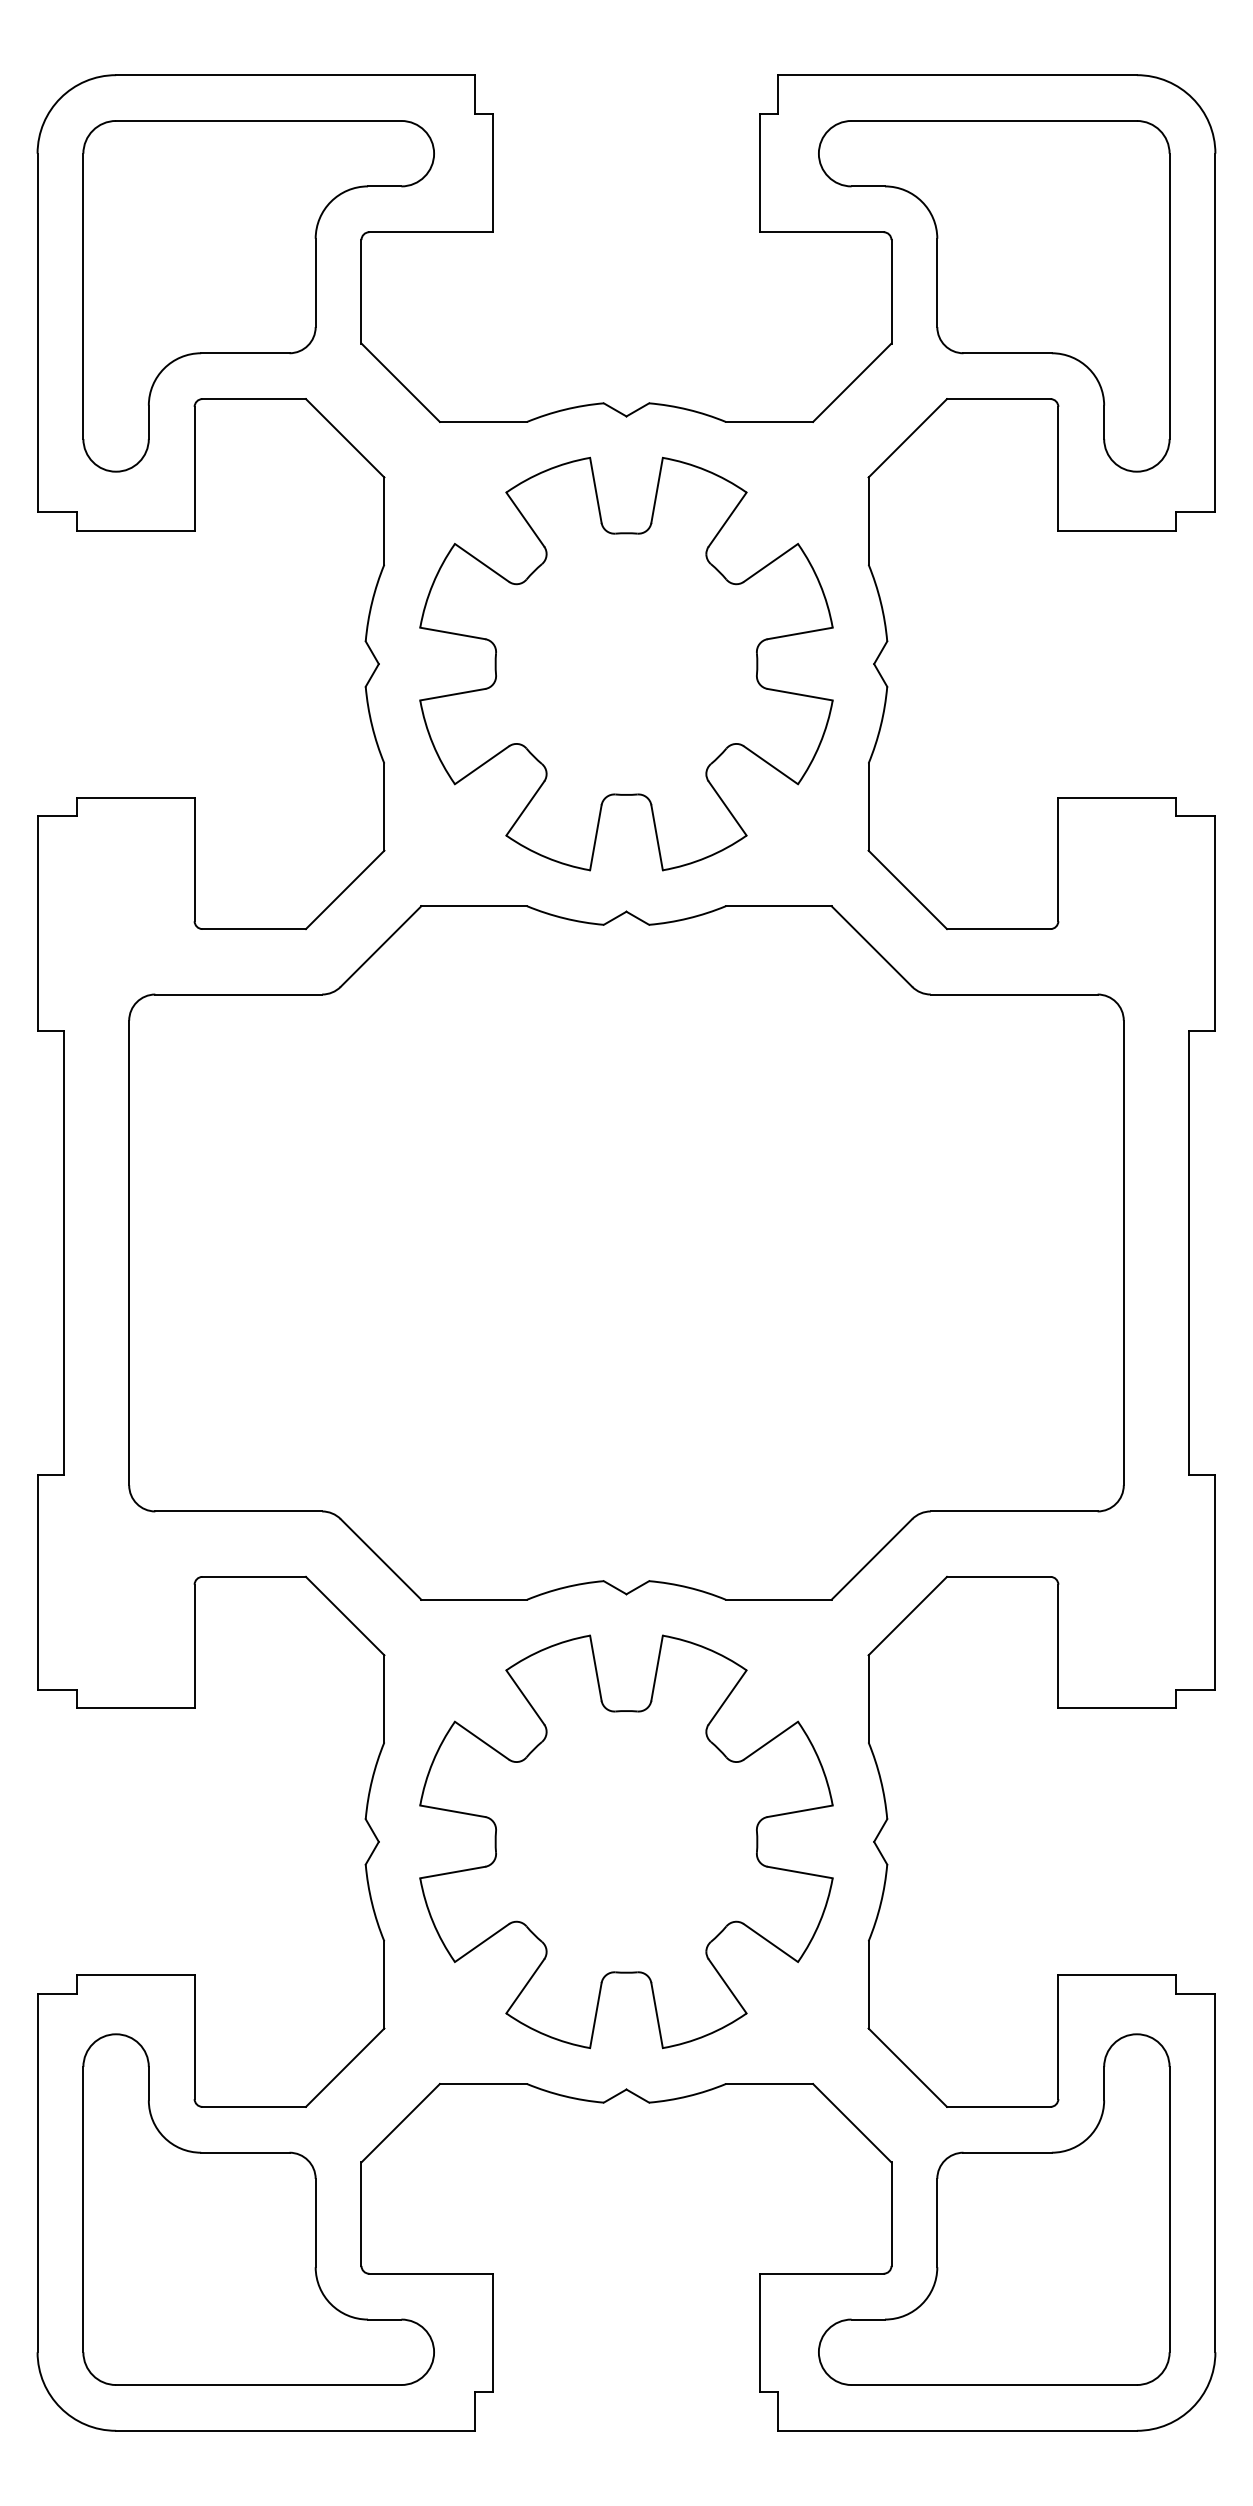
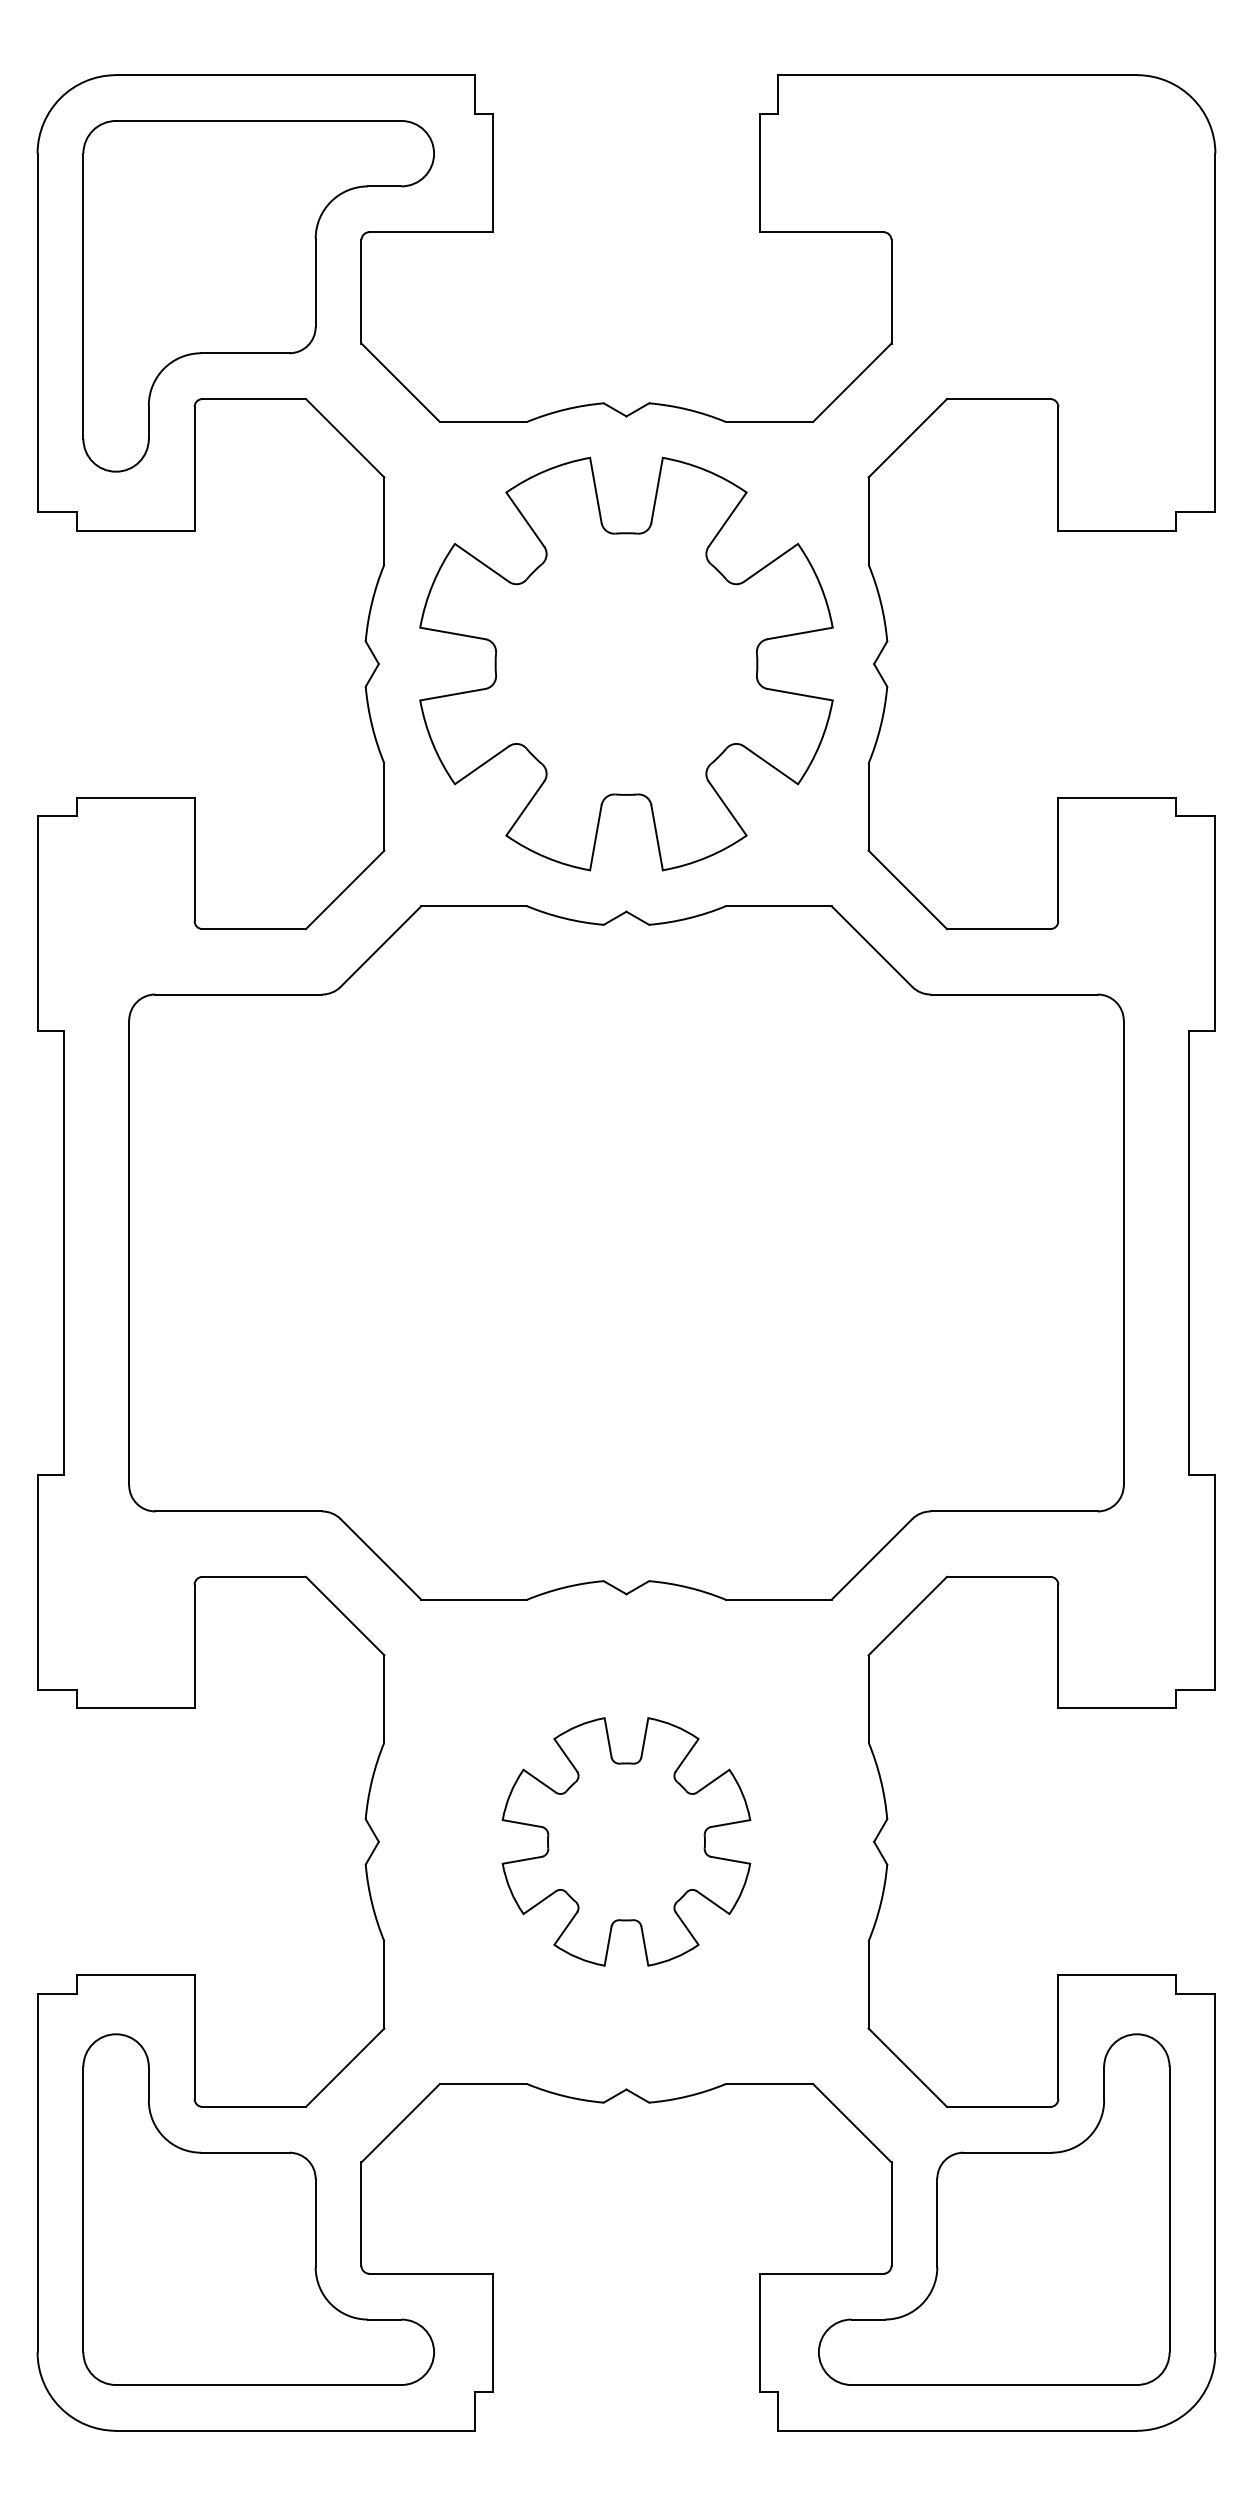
part at (994, 296): present -> none
part at (626, 1841) size: 415x416 px -> 251x250 px
